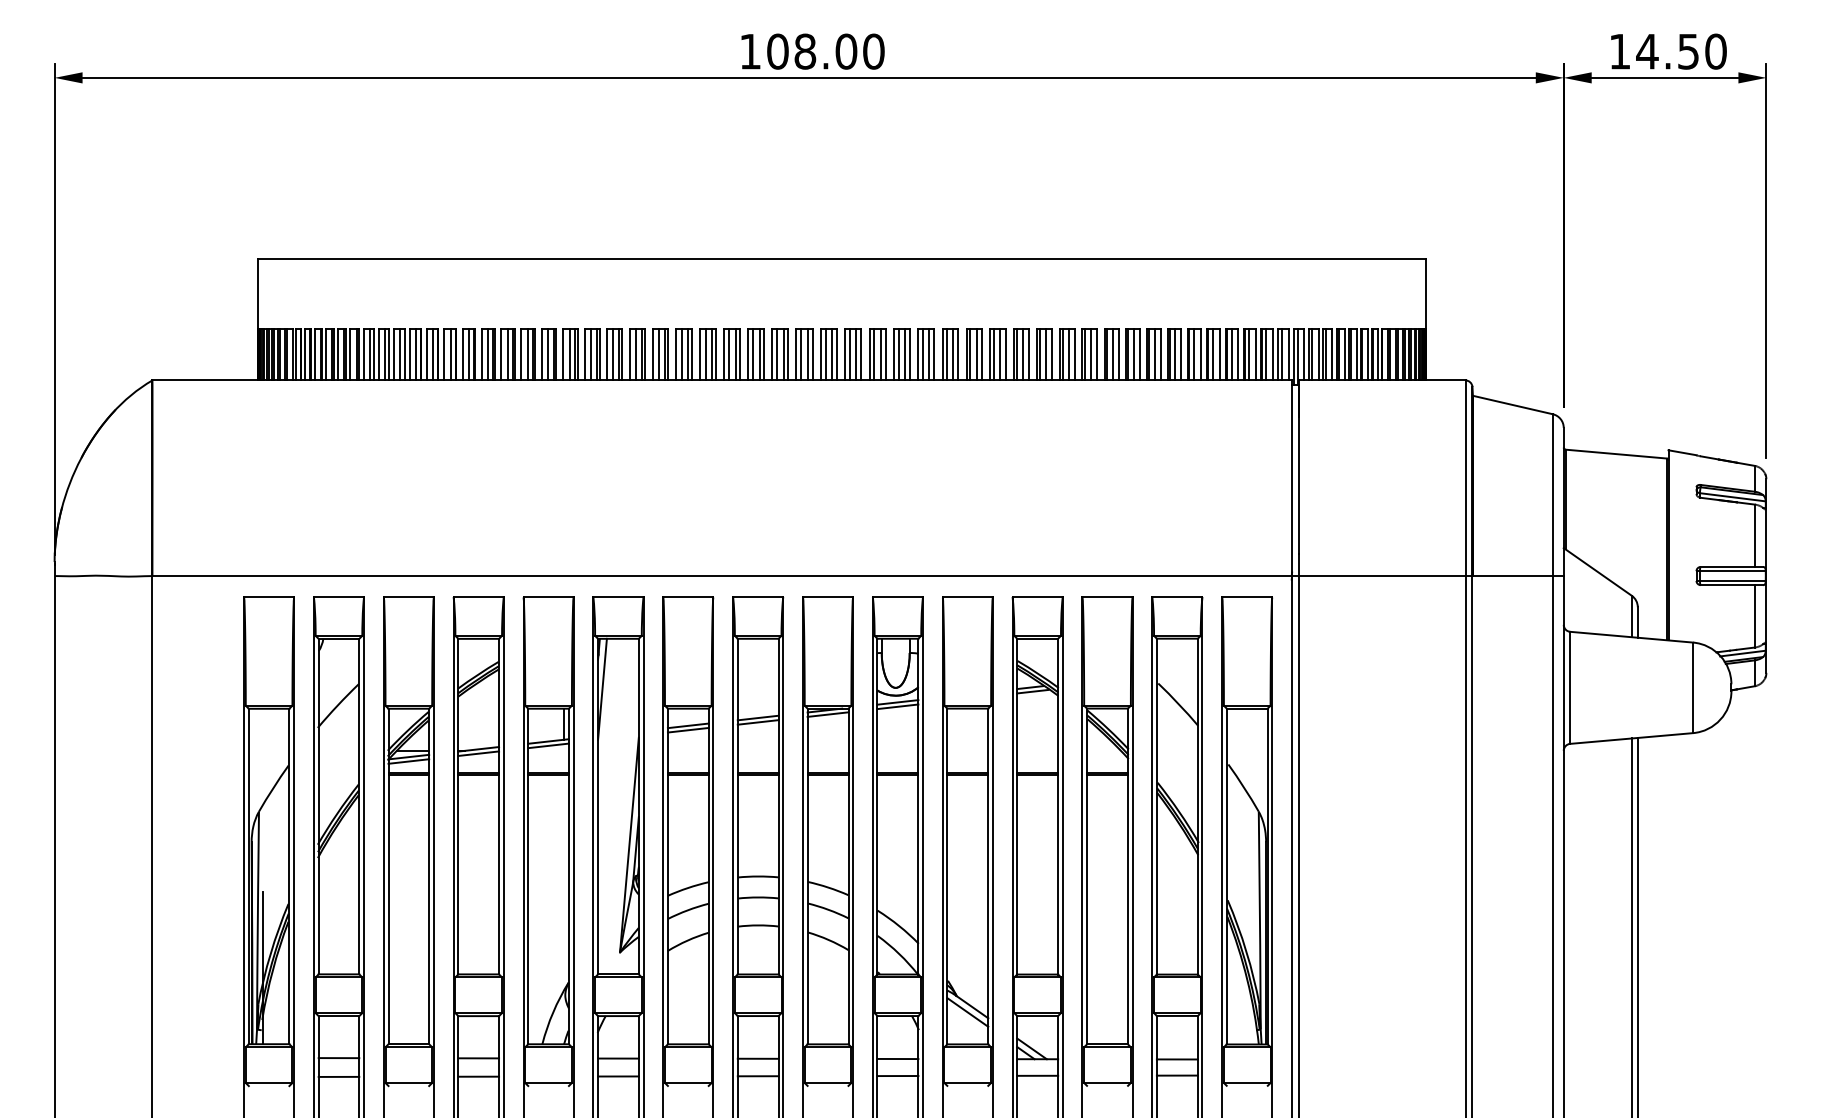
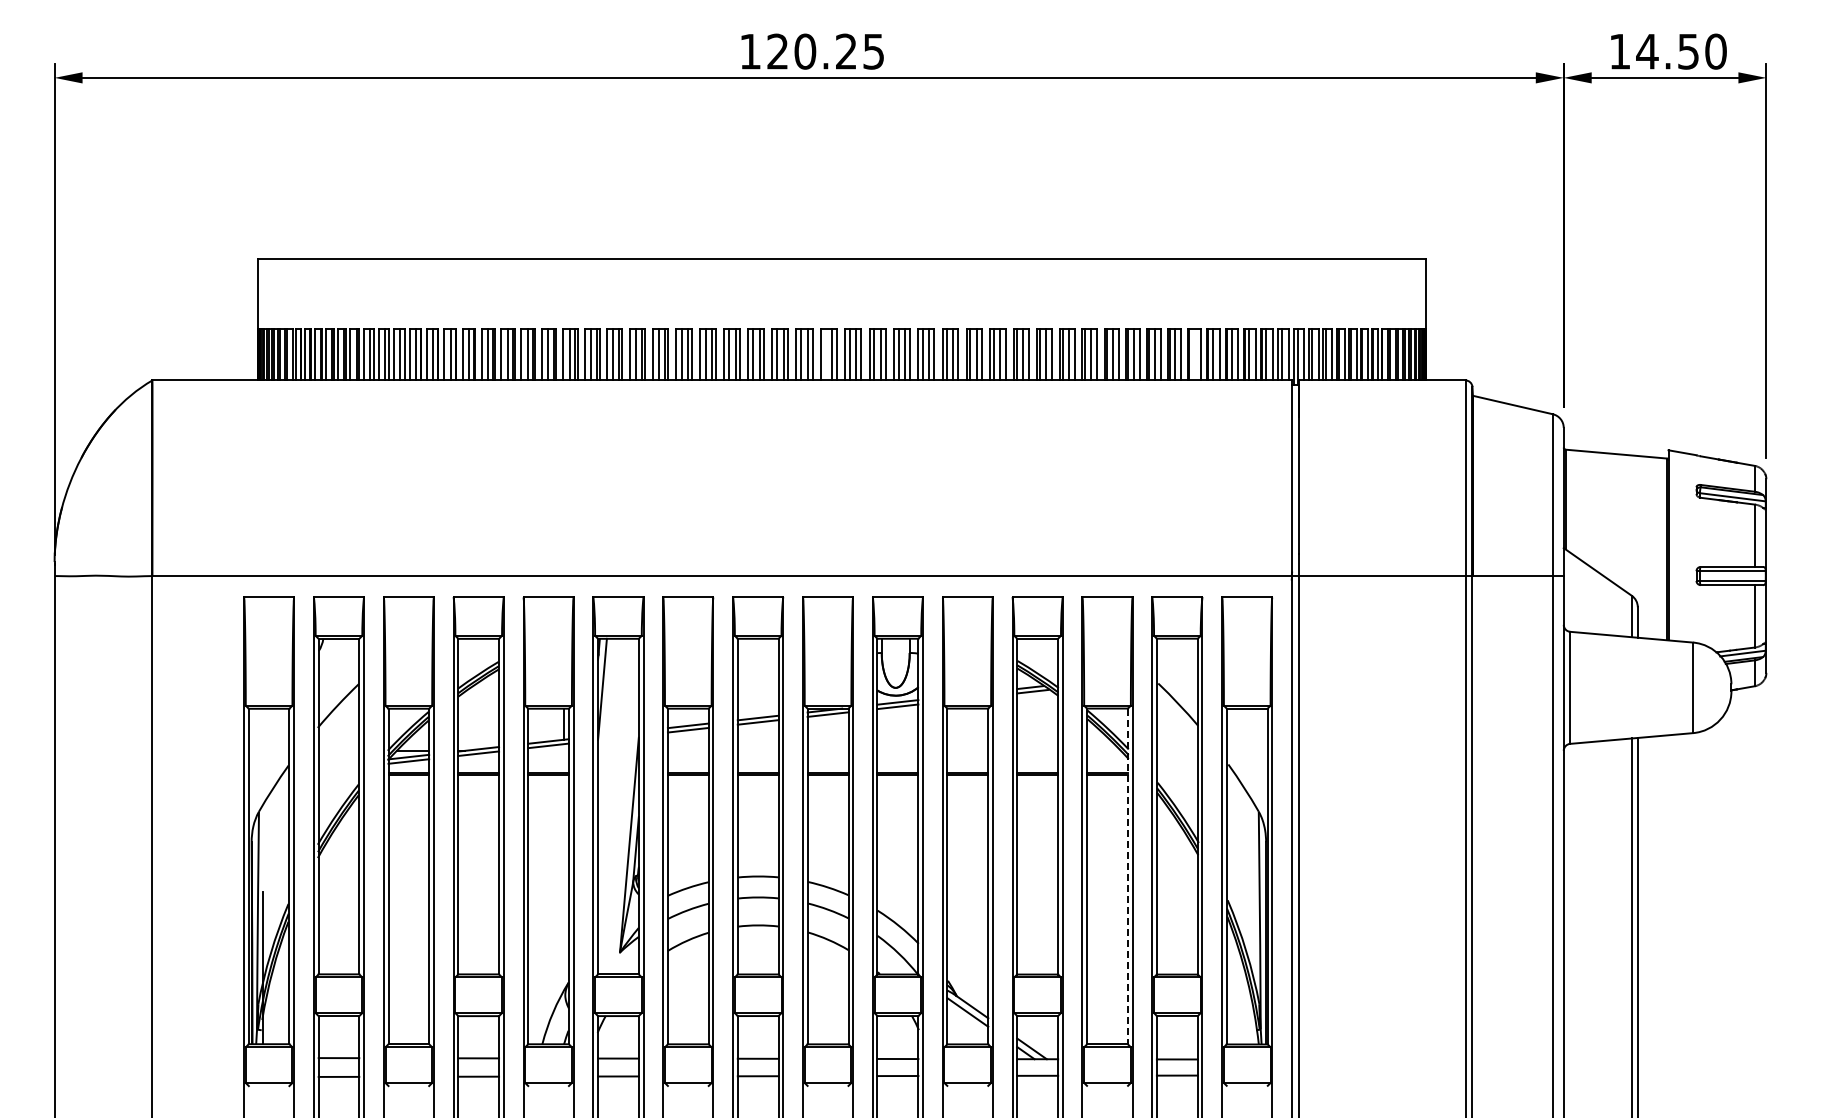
text at (825, 51): 108.00 -> 120.25
line at (825, 354): present -> none
line at (1194, 354): present -> none
line at (1128, 876): solid -> dashed
